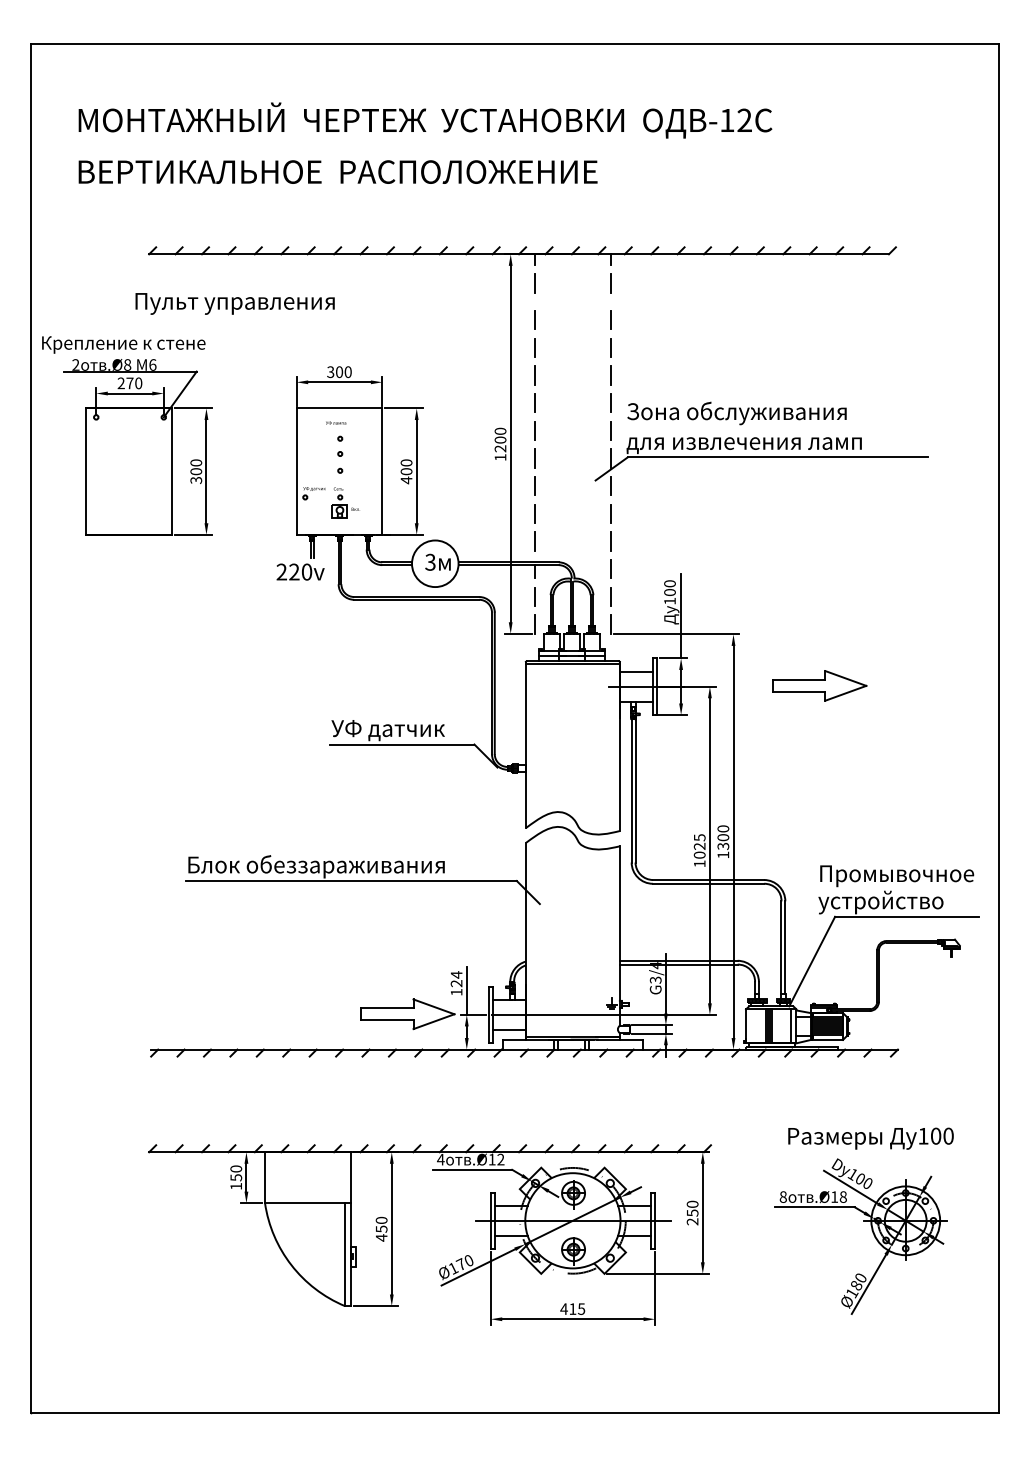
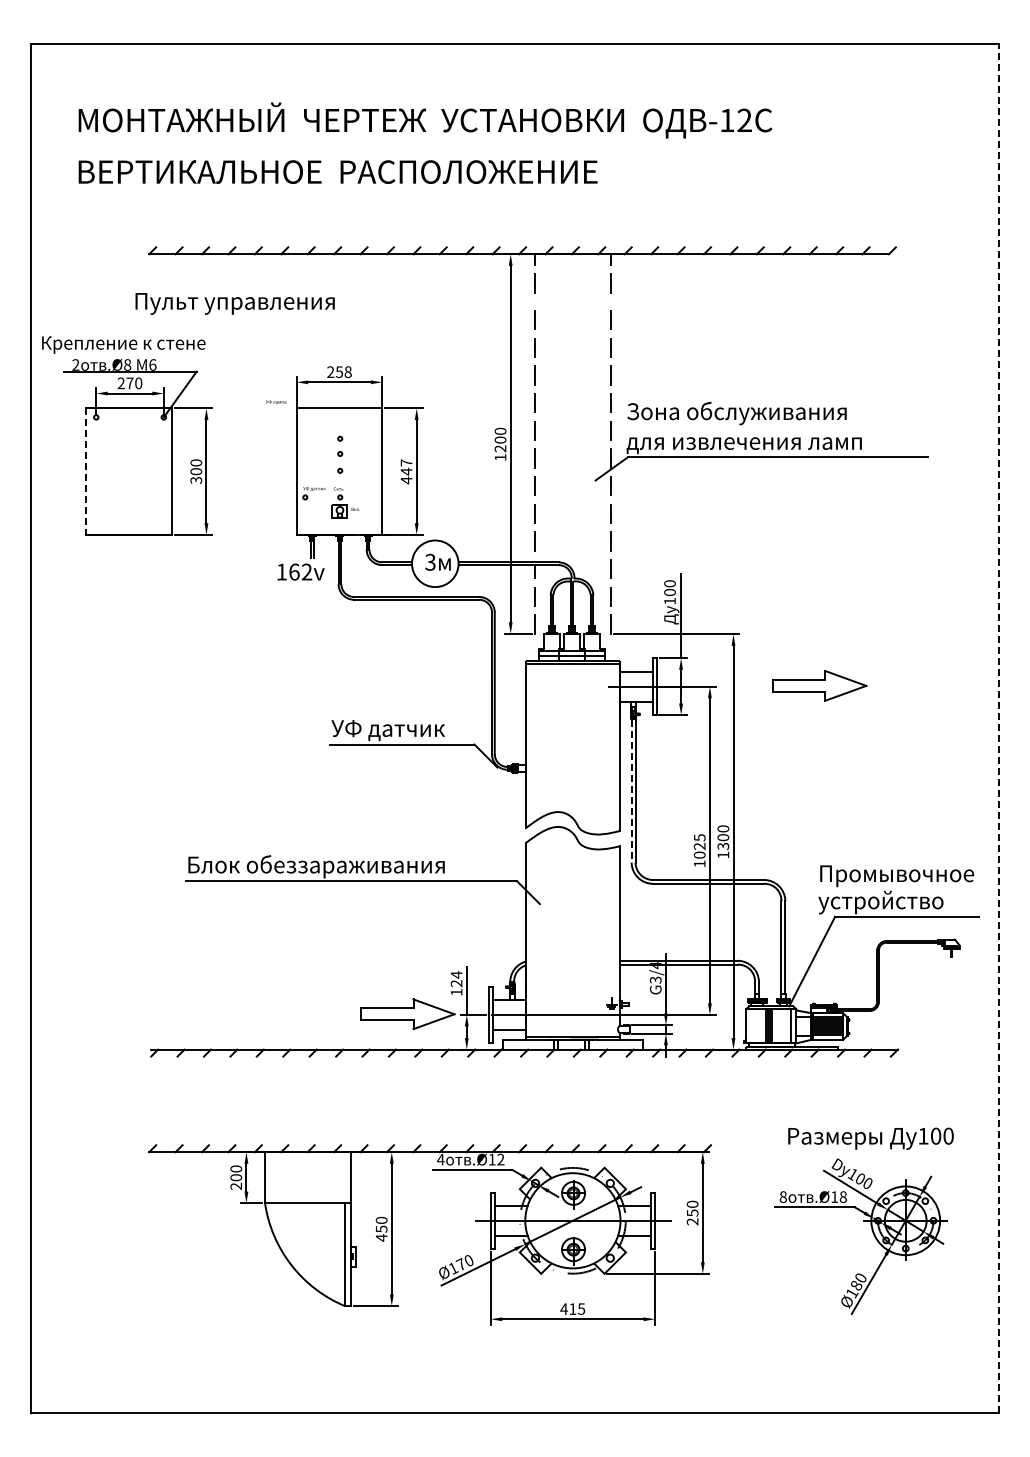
text at (339, 372): 300 -> 258
text at (336, 422) position: (336, 422) -> (276, 401)
text at (406, 467): 400 -> 447
line at (86, 472): solid -> dashed
text at (294, 571): 220v -> 162v
line at (999, 728): solid -> dashed
line at (631, 791): solid -> dashed
text at (235, 1182): 150 -> 200
